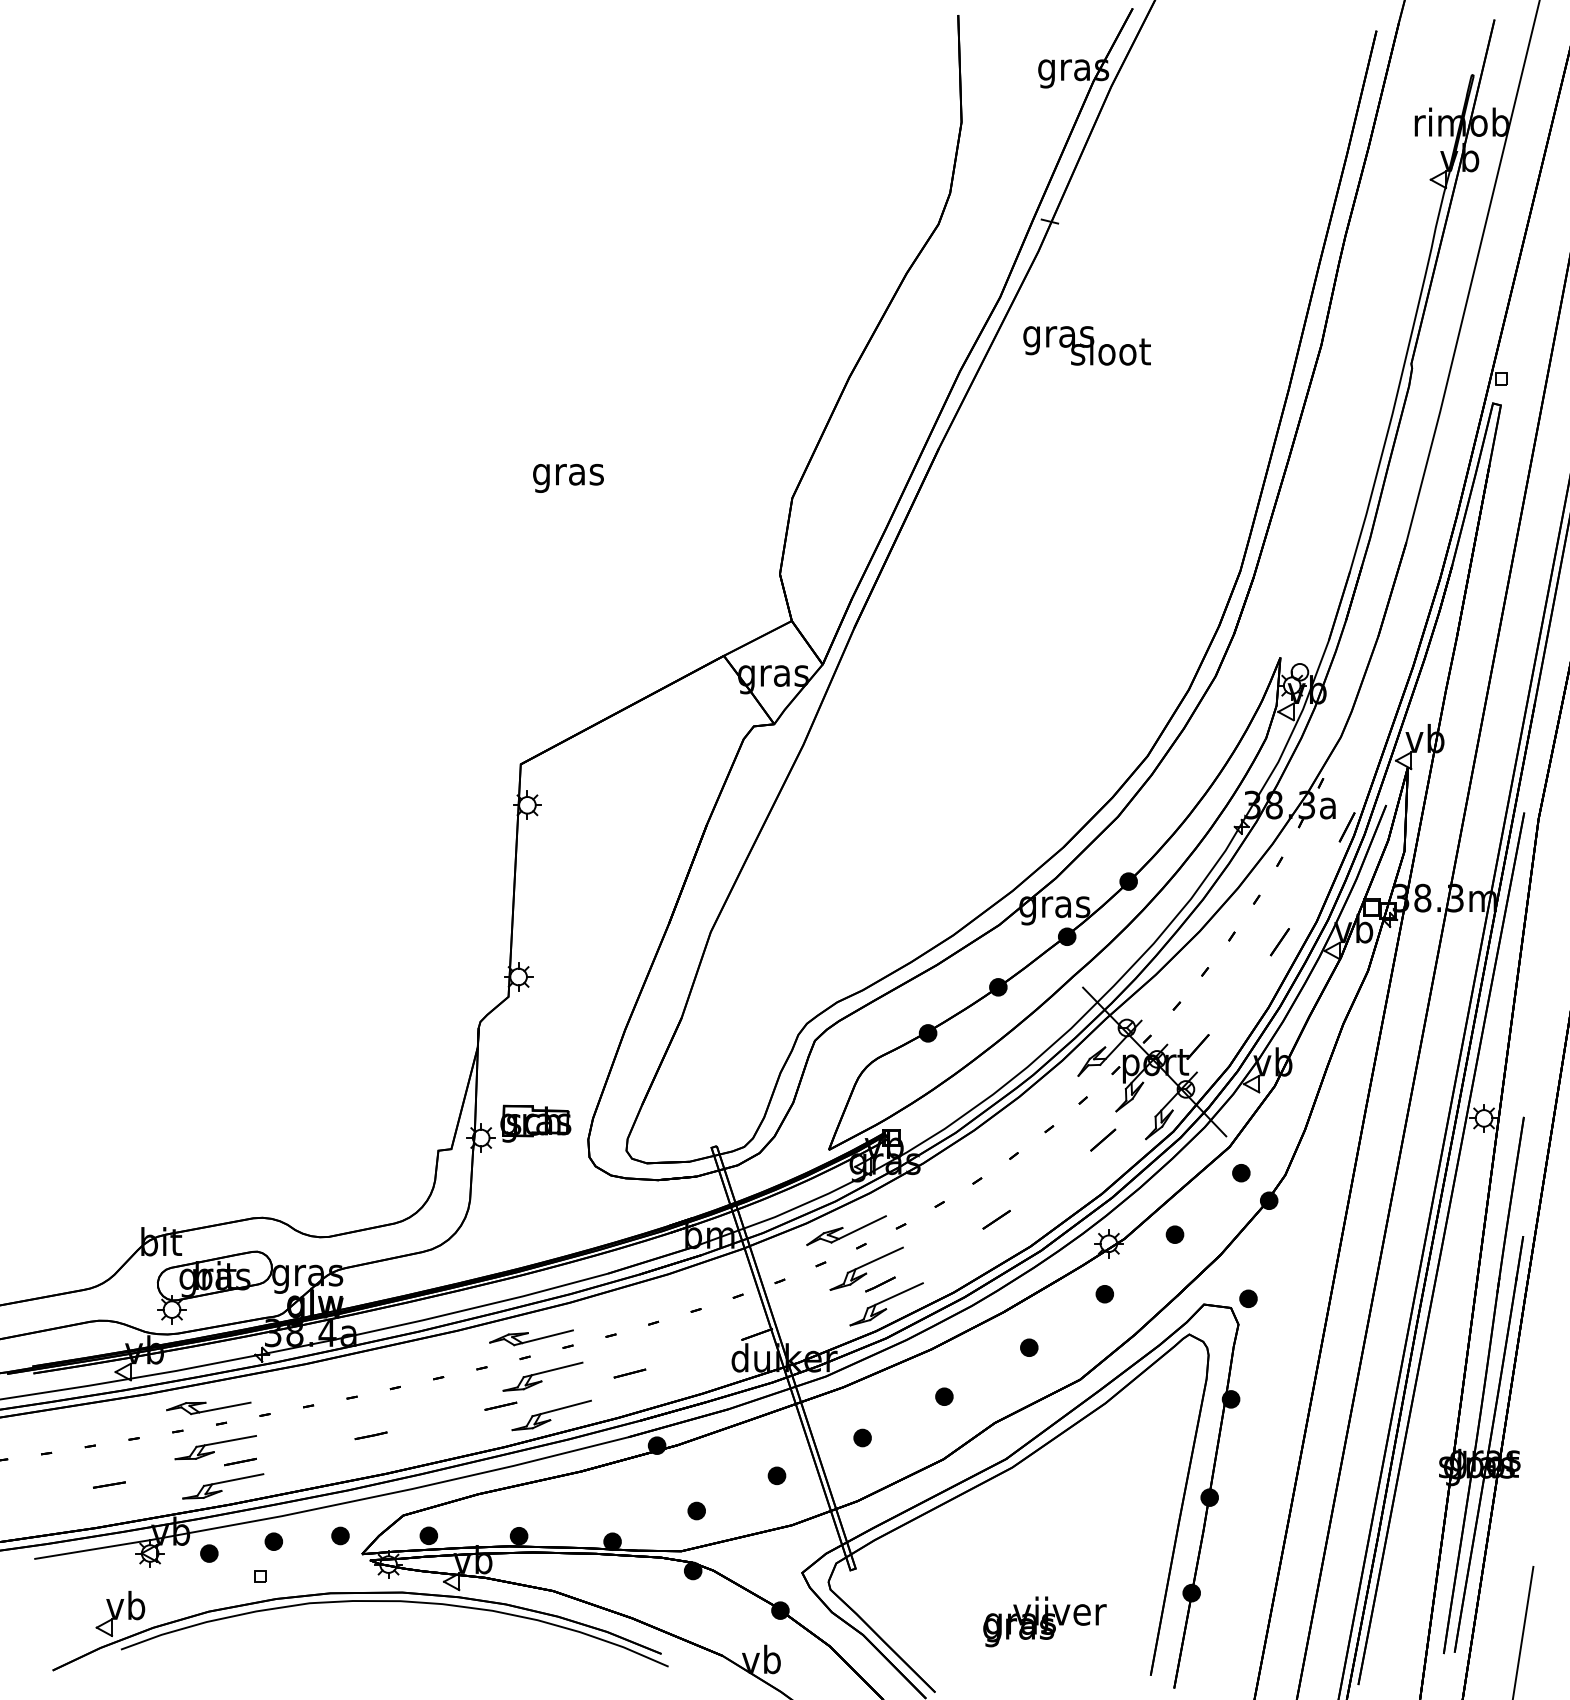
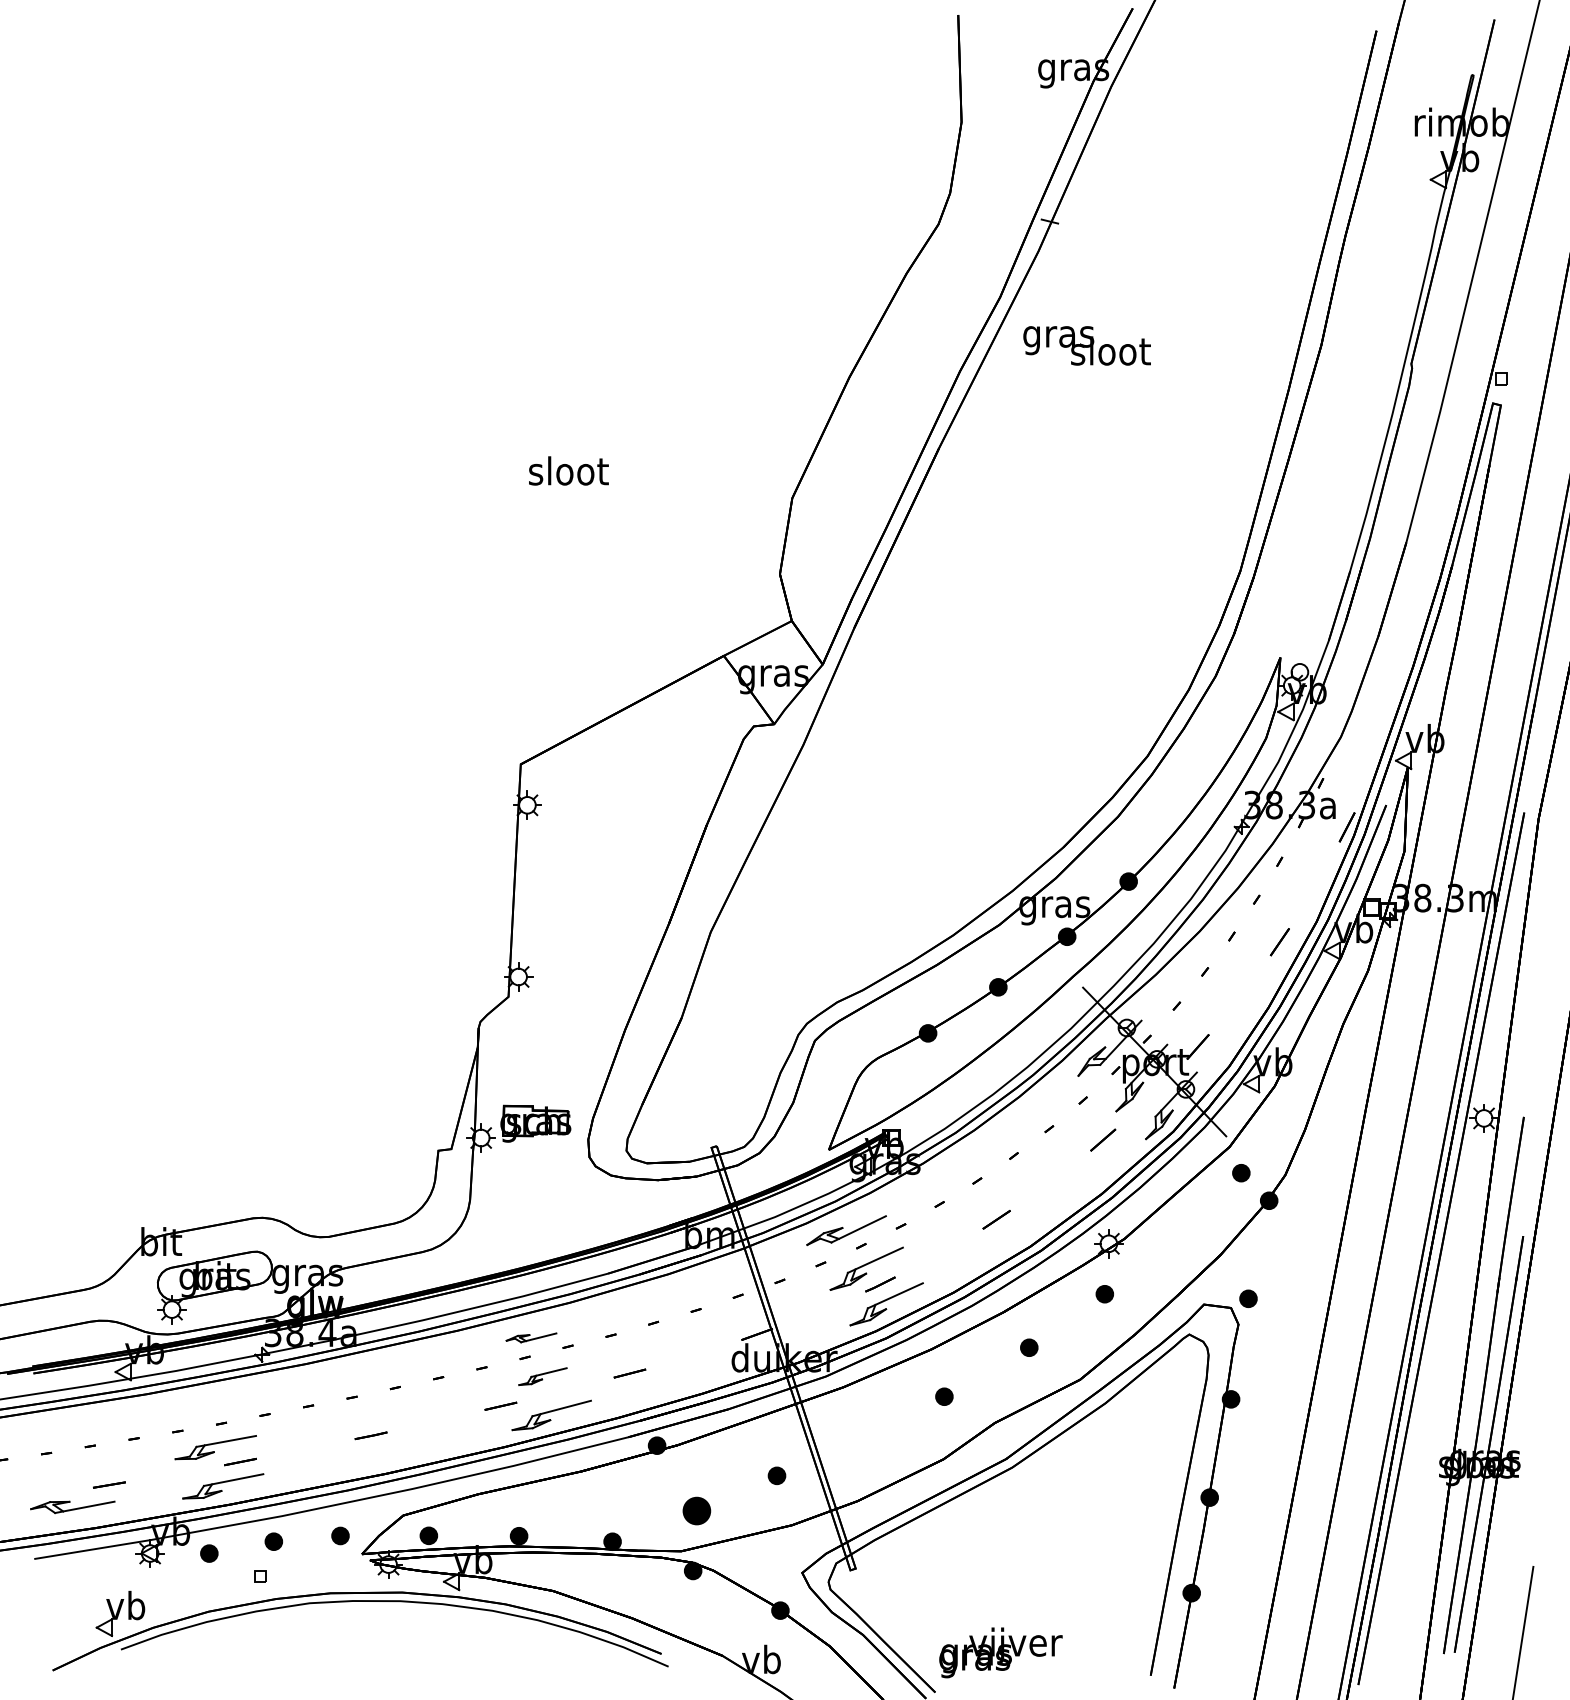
text at (568, 474): gras -> sloot
part at (1174, 1234): present -> none
part at (531, 1337) size: 85x18 px -> 53x12 px
part at (542, 1376) size: 82x31 px -> 50x19 px
part at (208, 1408) position: (208, 1408) -> (72, 1507)
part at (862, 1437): present -> none
part at (696, 1510) size: 19x20 px -> 30x30 px
text at (1044, 1621) position: (1044, 1621) -> (1000, 1652)
